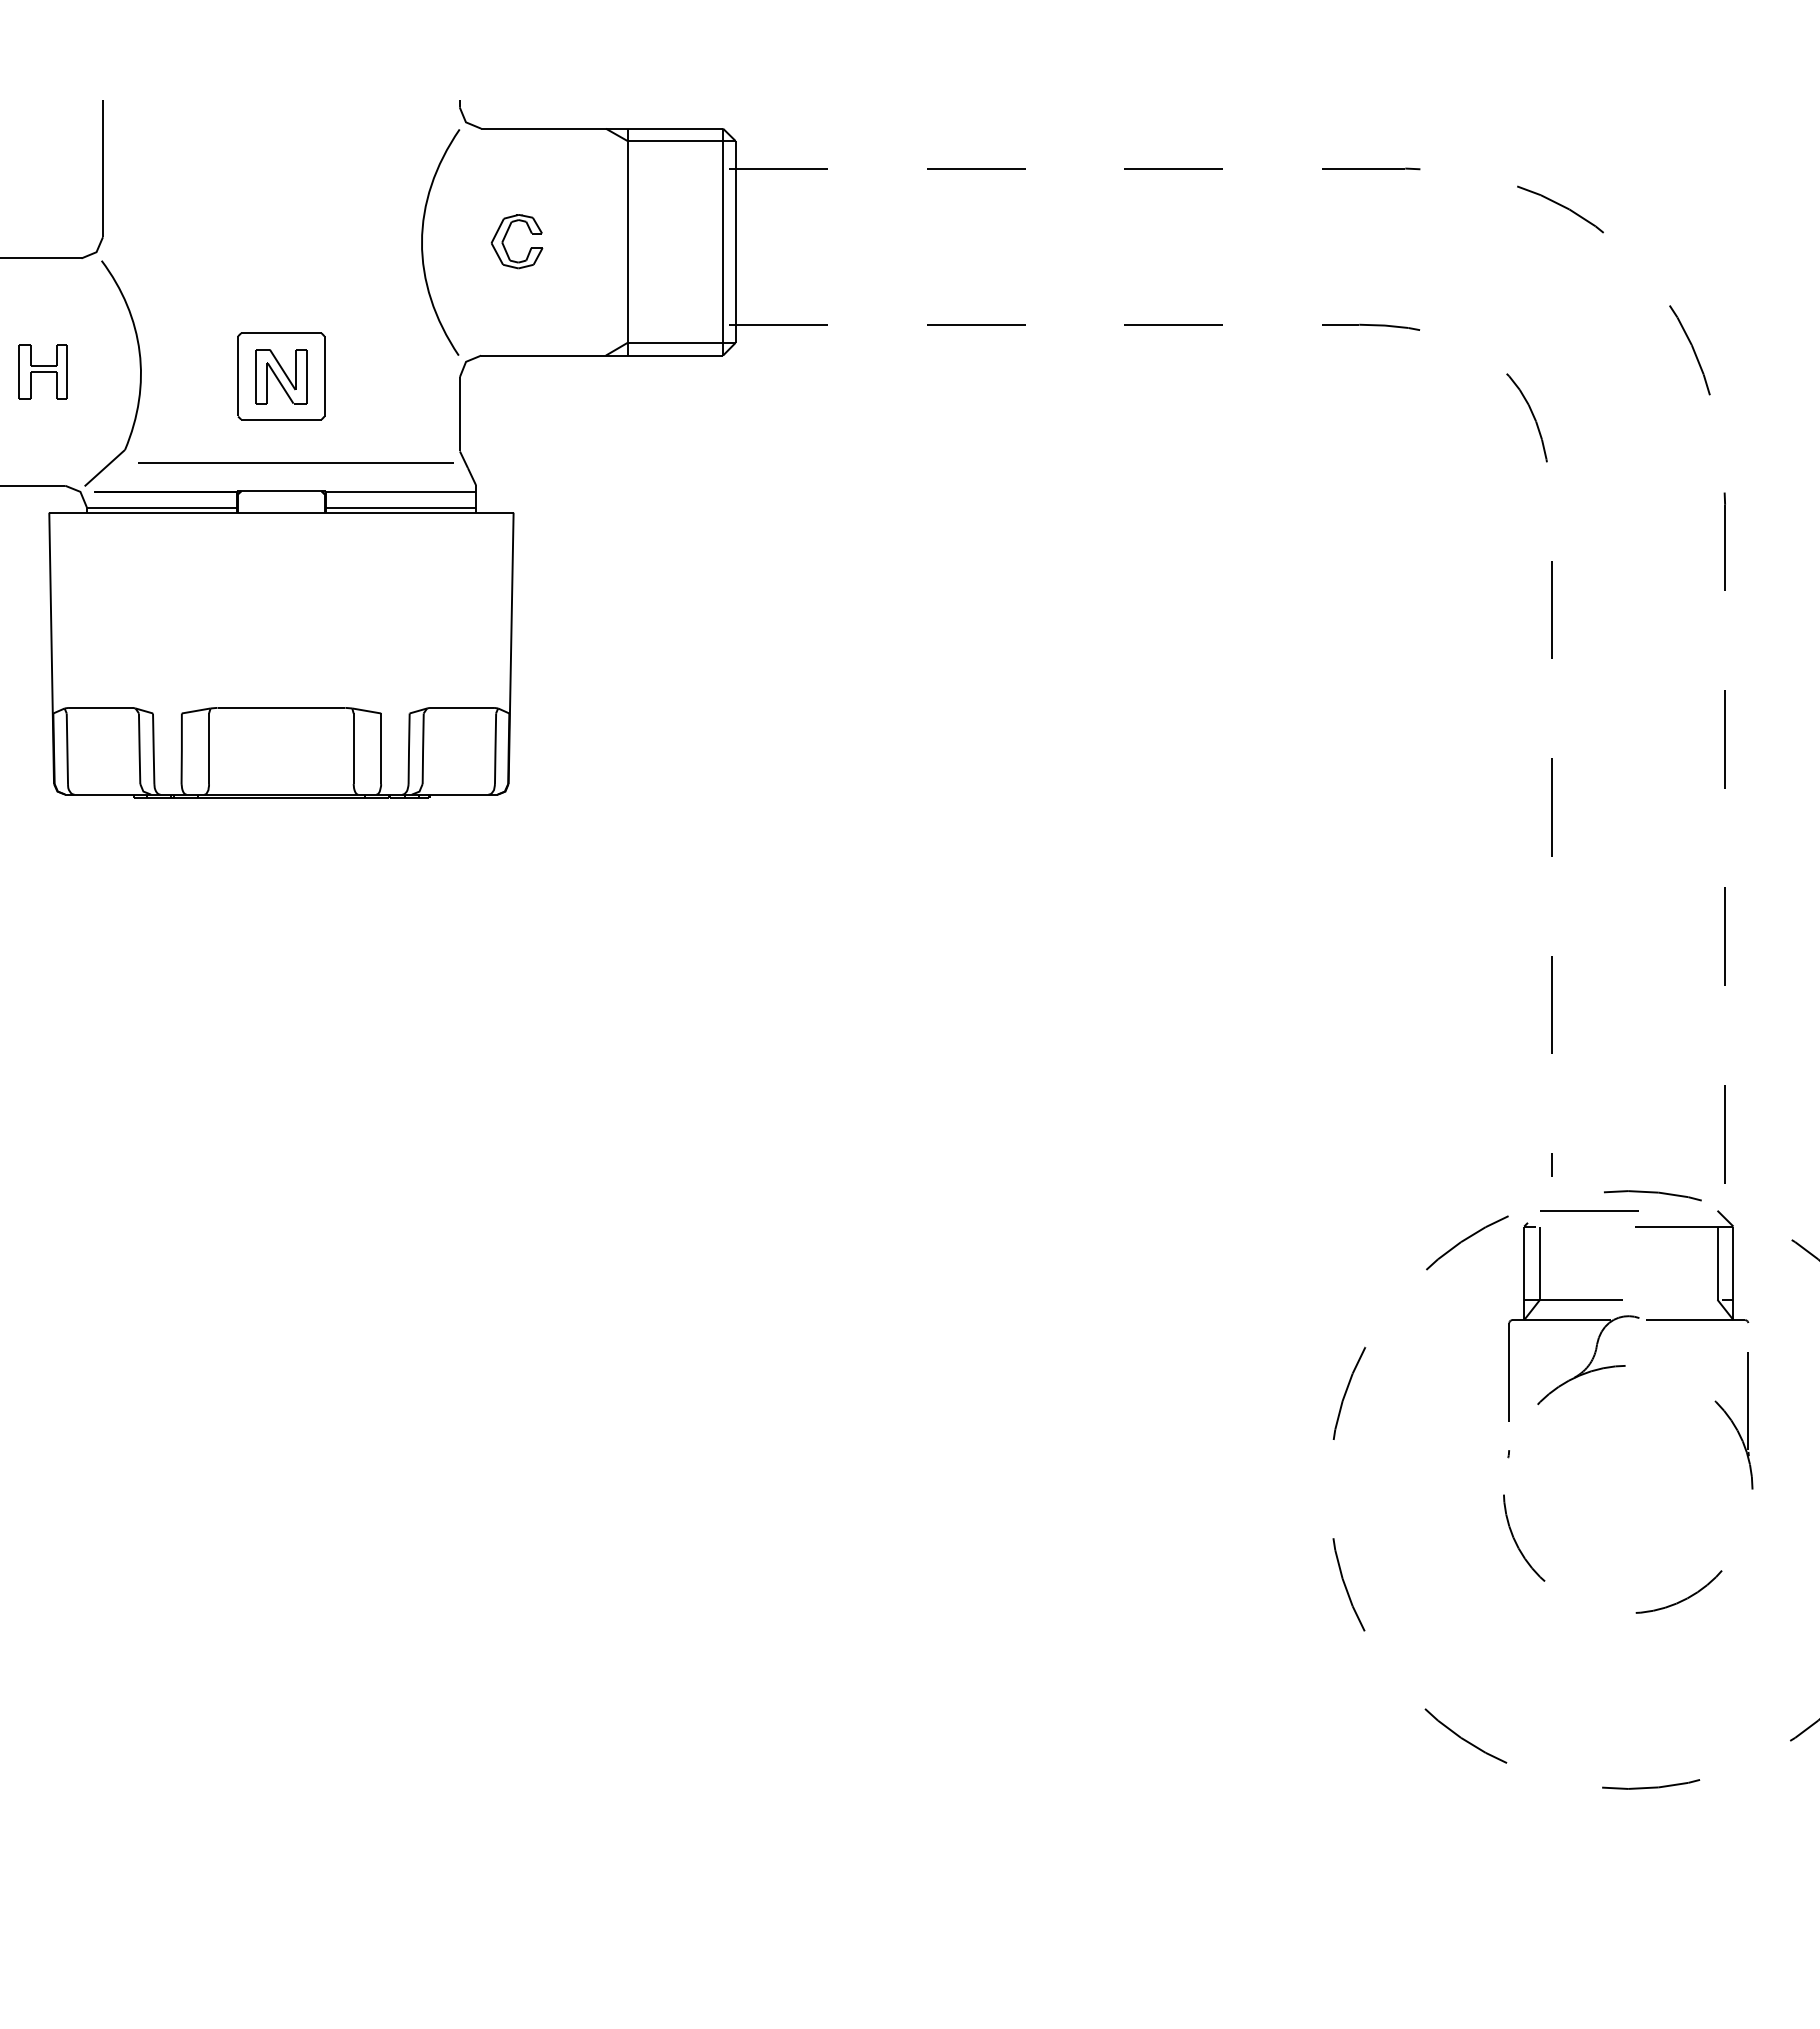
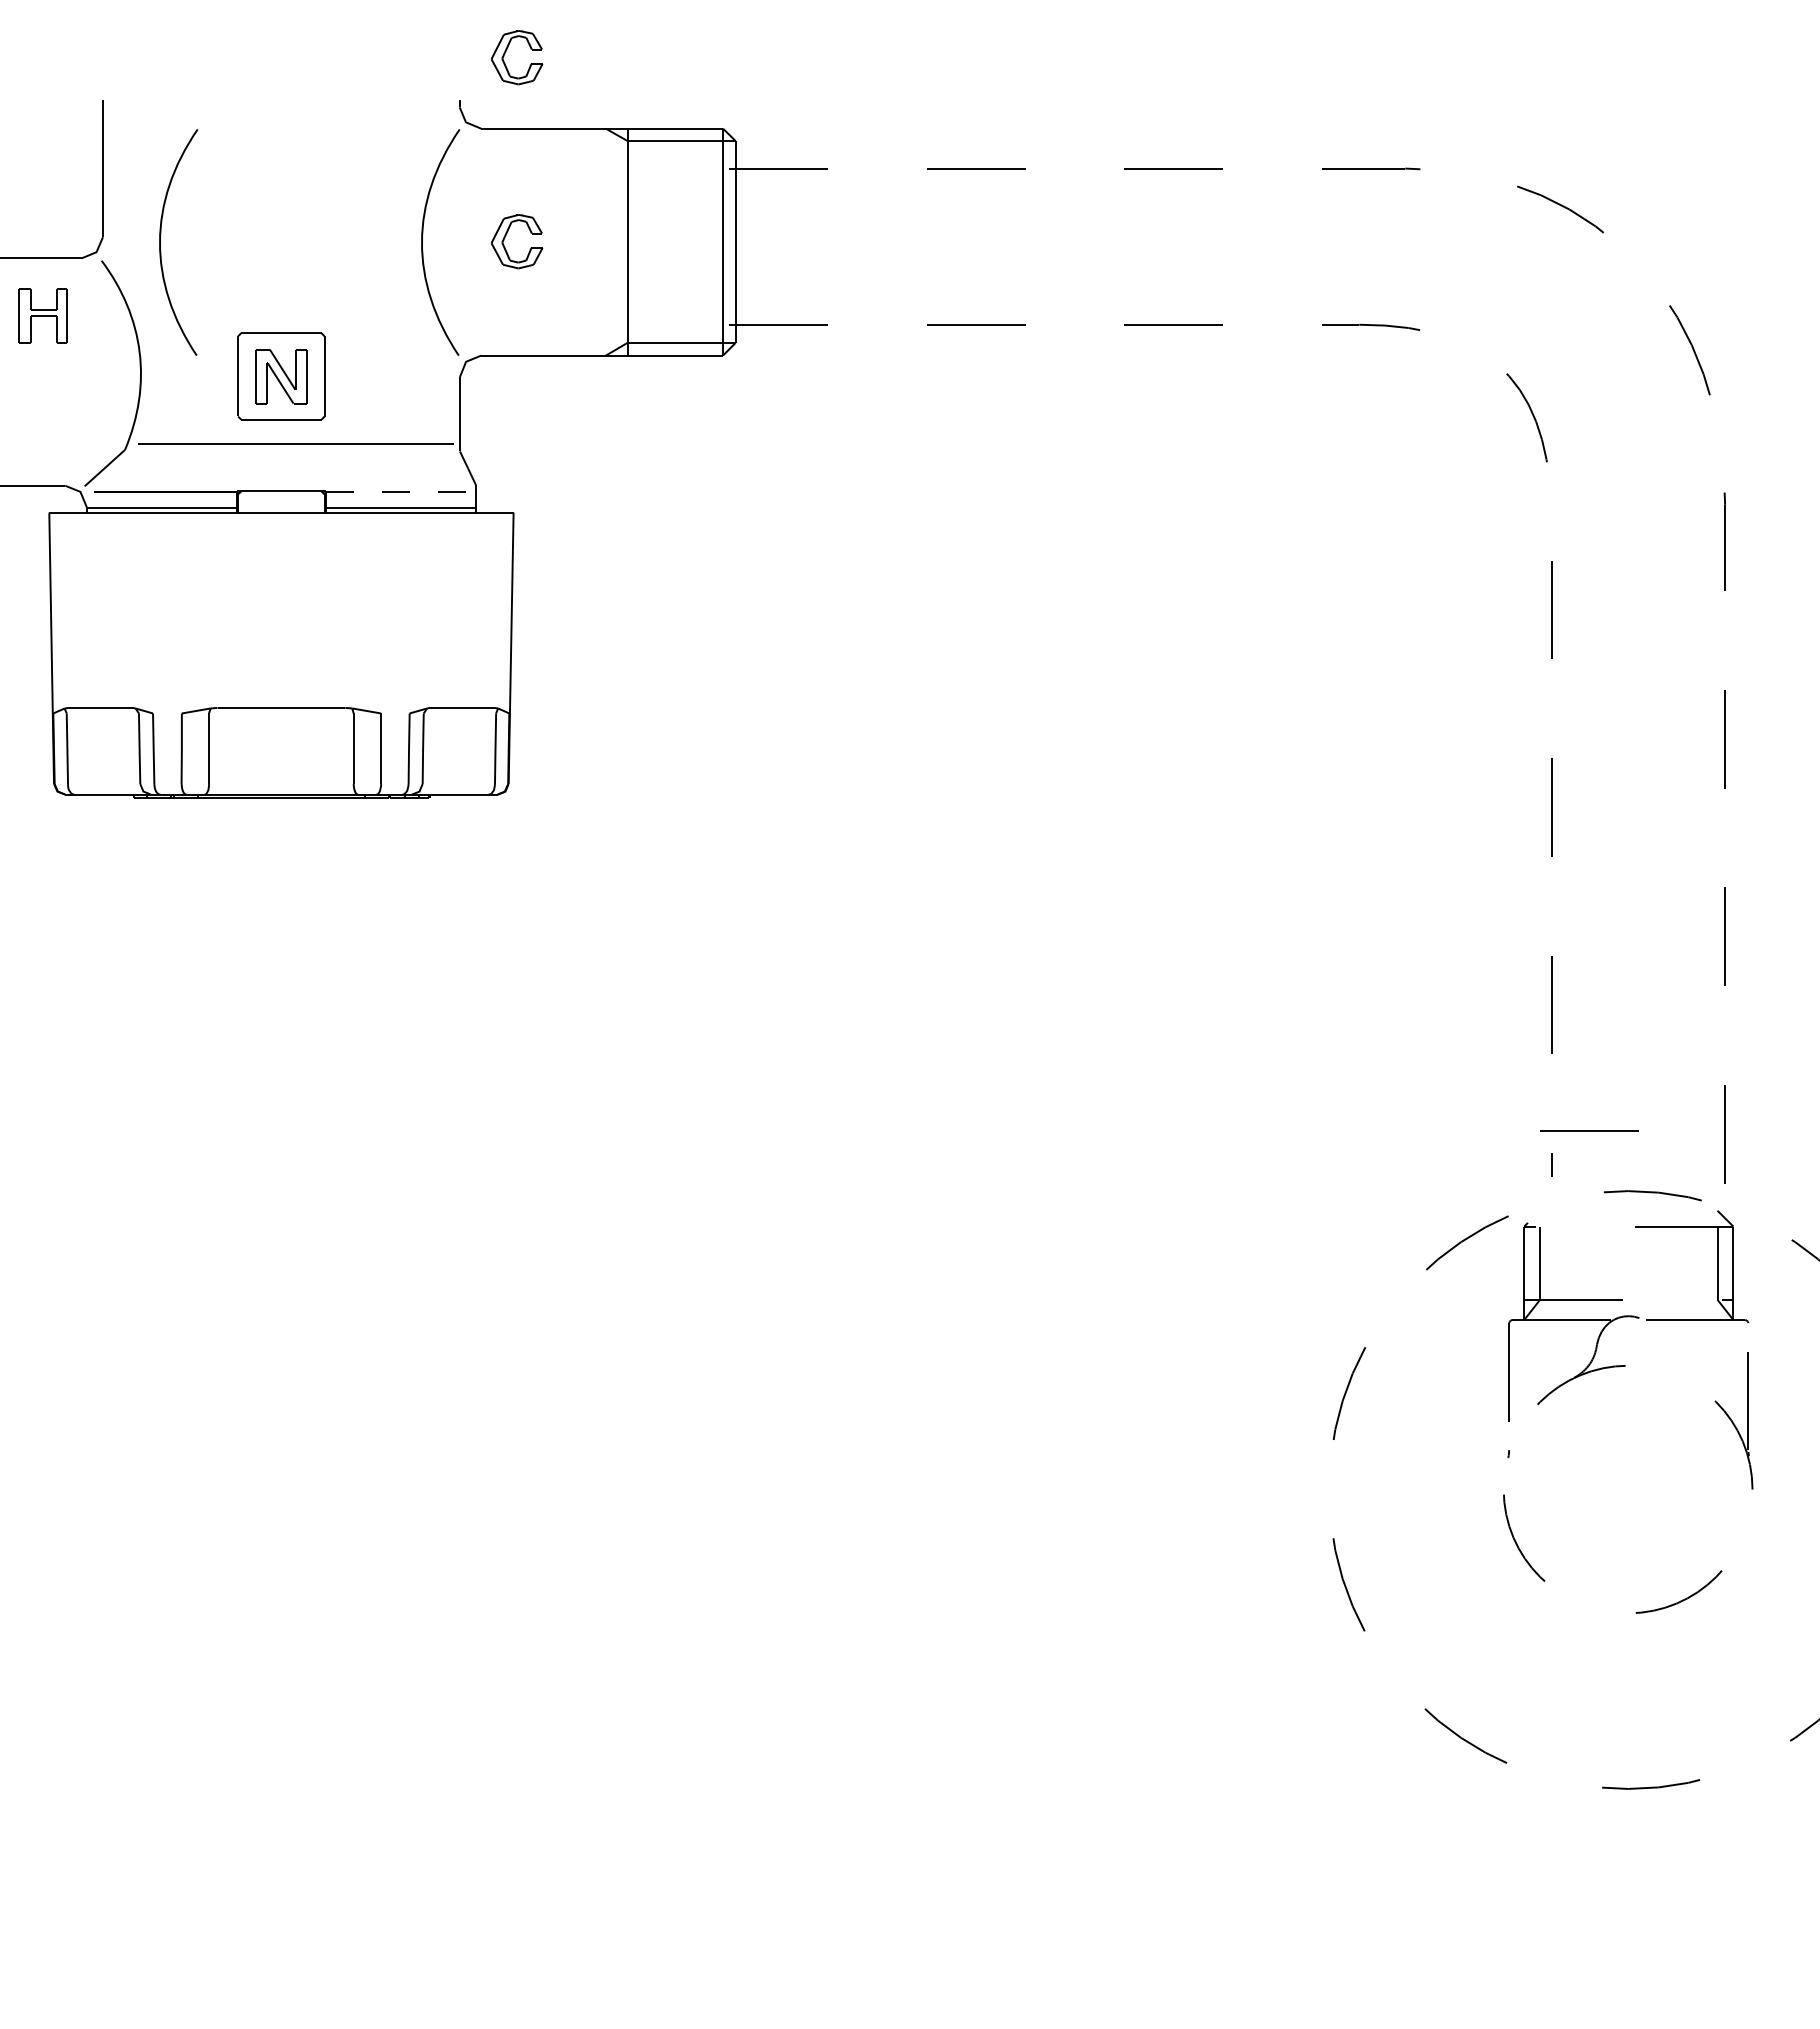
part at (505, 54): none -> present
curve at (160, 242): none -> present
part at (42, 371) position: (42, 371) -> (42, 315)
line at (295, 462) position: (295, 462) -> (295, 443)
line at (401, 492): solid -> dashed
line at (1589, 1210) position: (1589, 1210) -> (1589, 1130)
